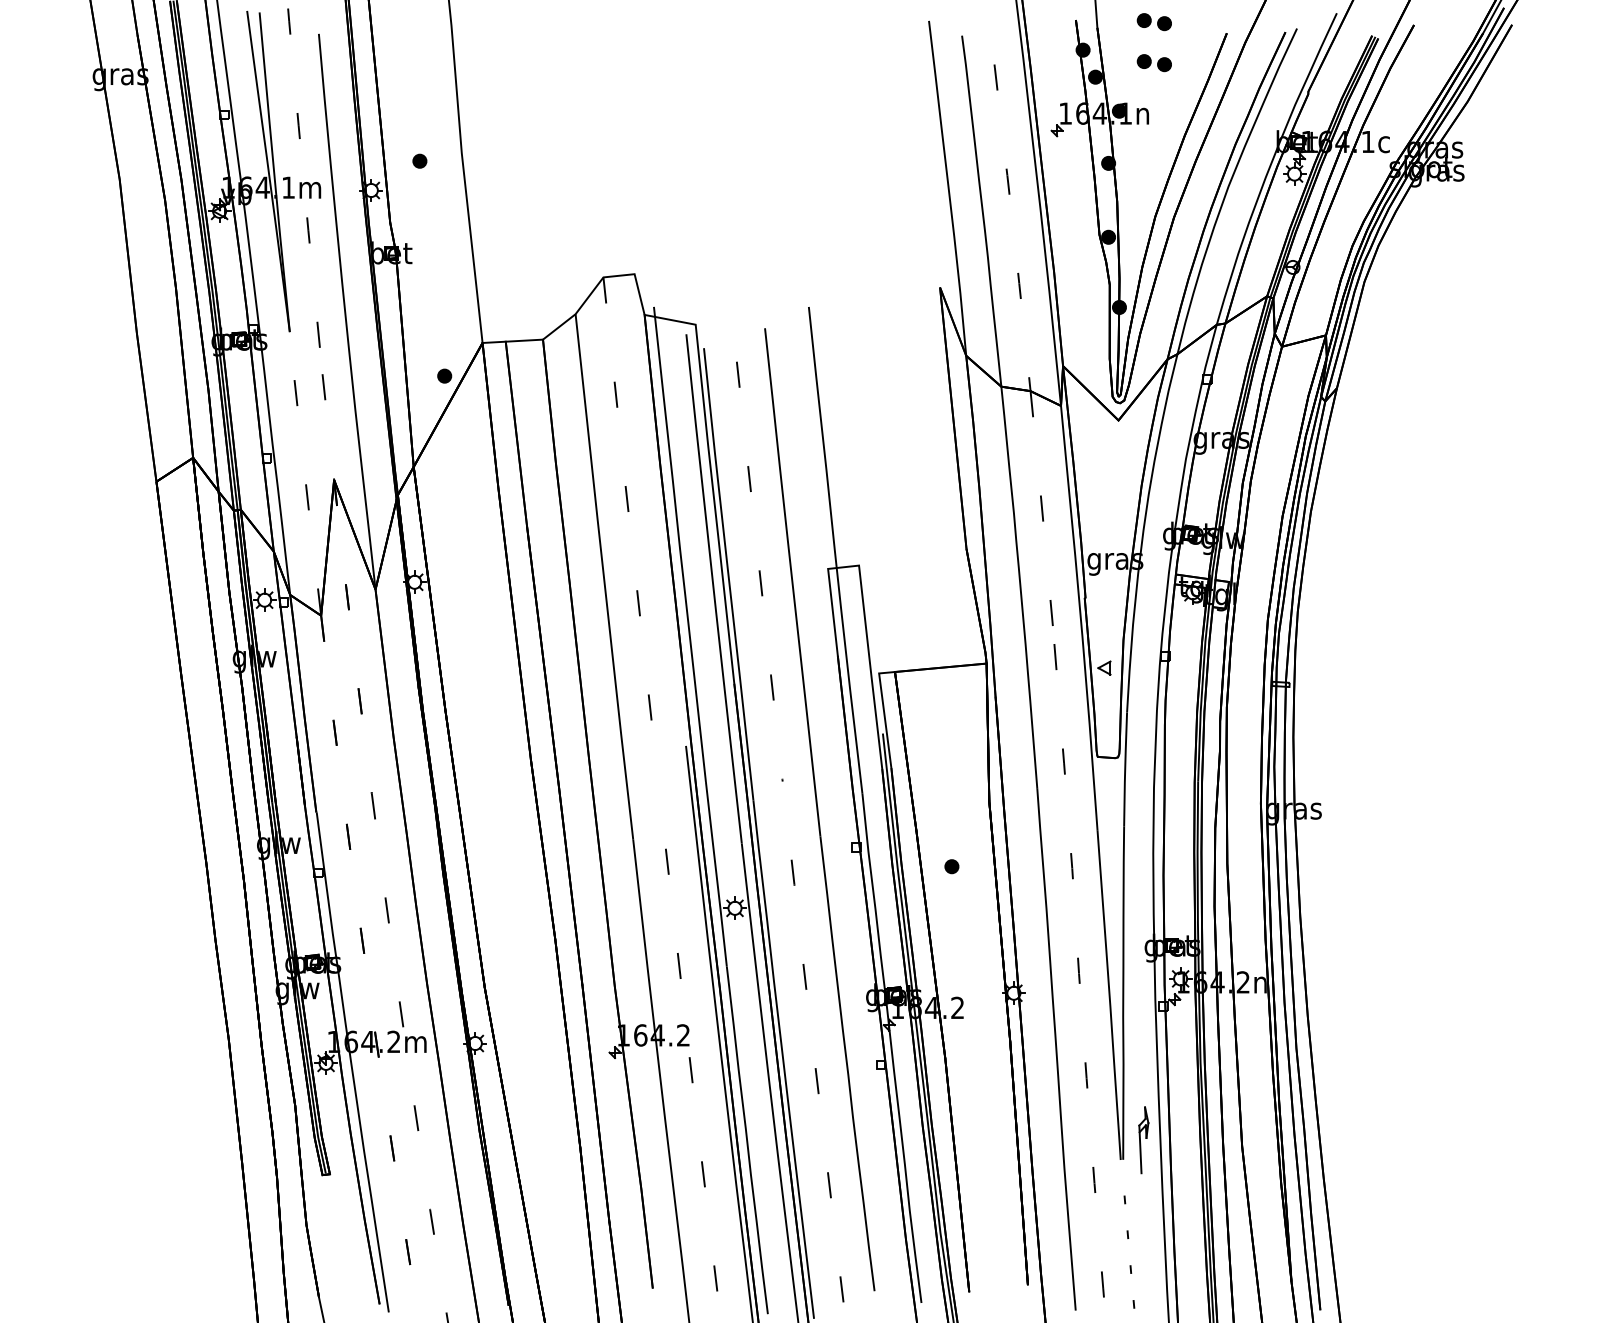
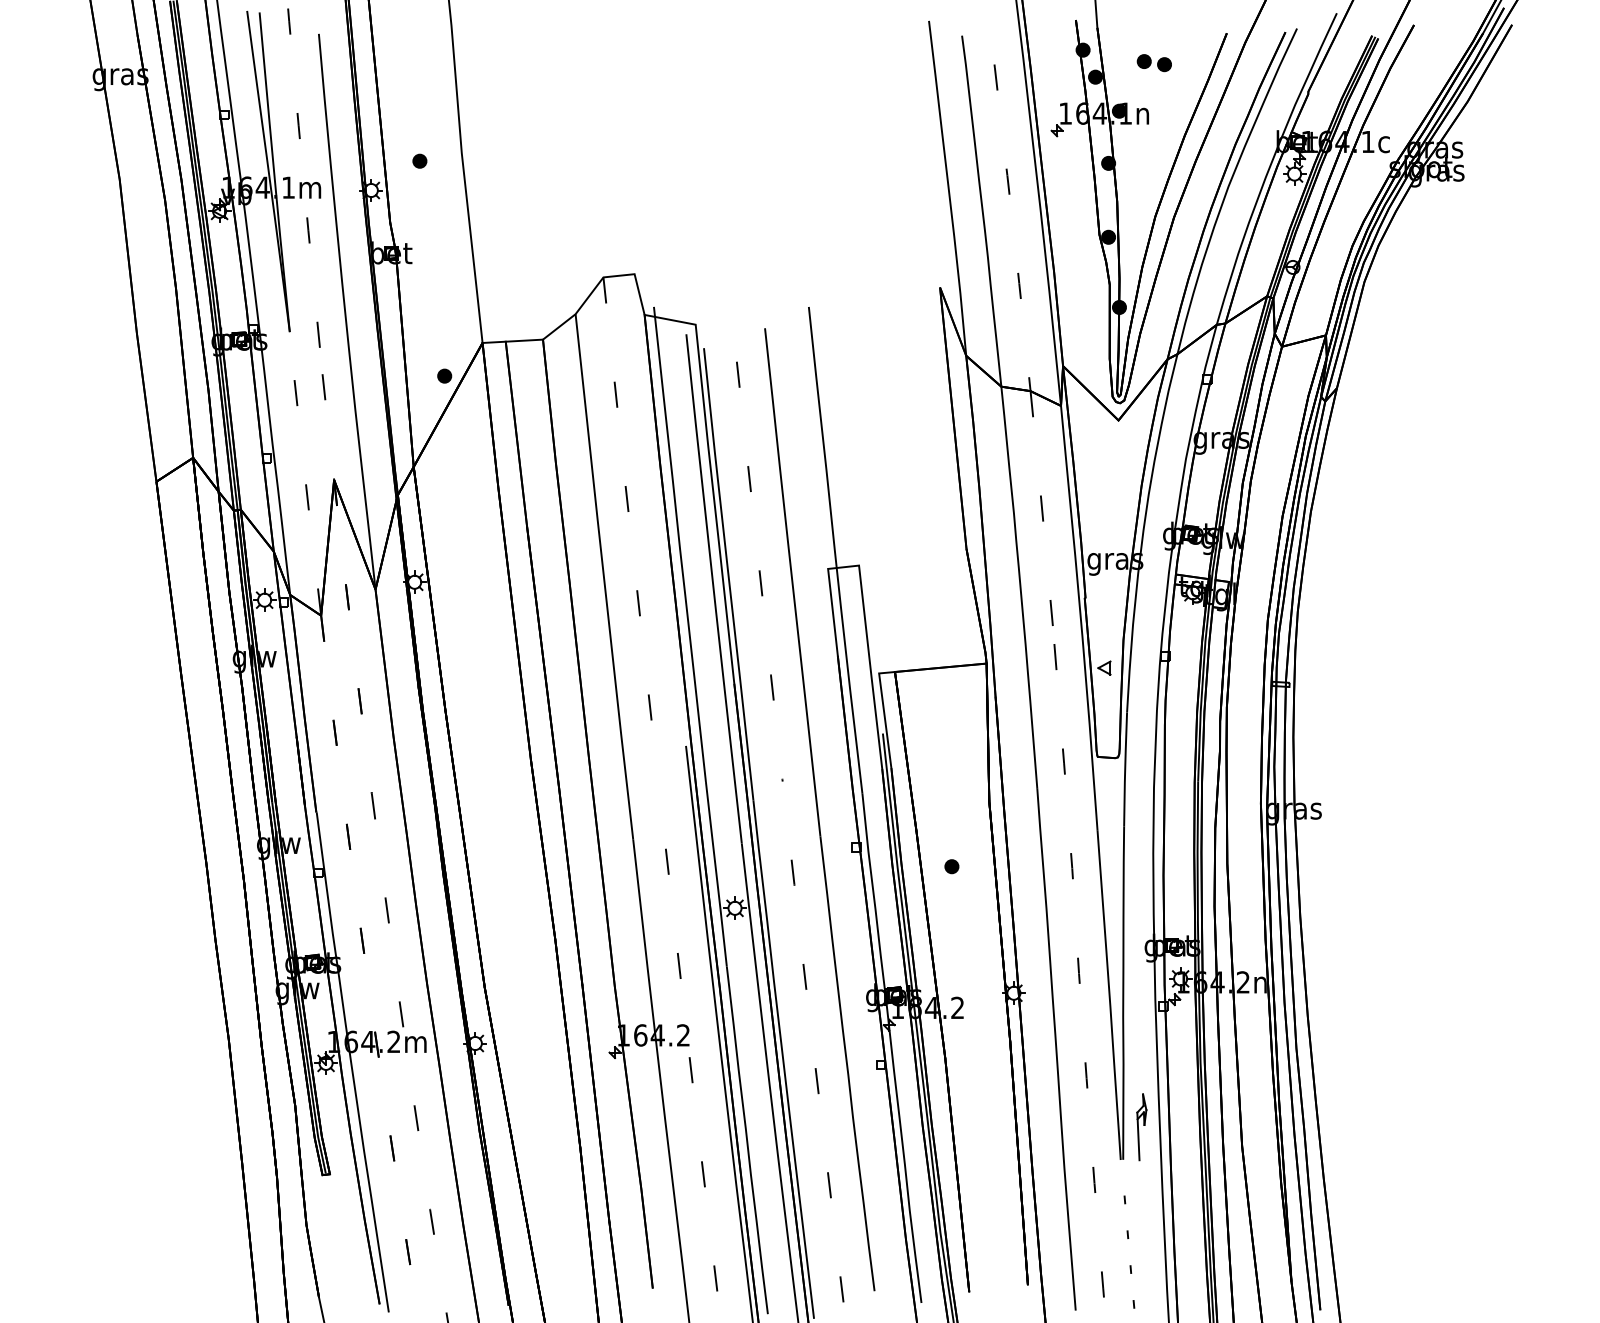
part at (1153, 22): present -> none
part at (1143, 1140) position: (1143, 1140) -> (1141, 1127)
